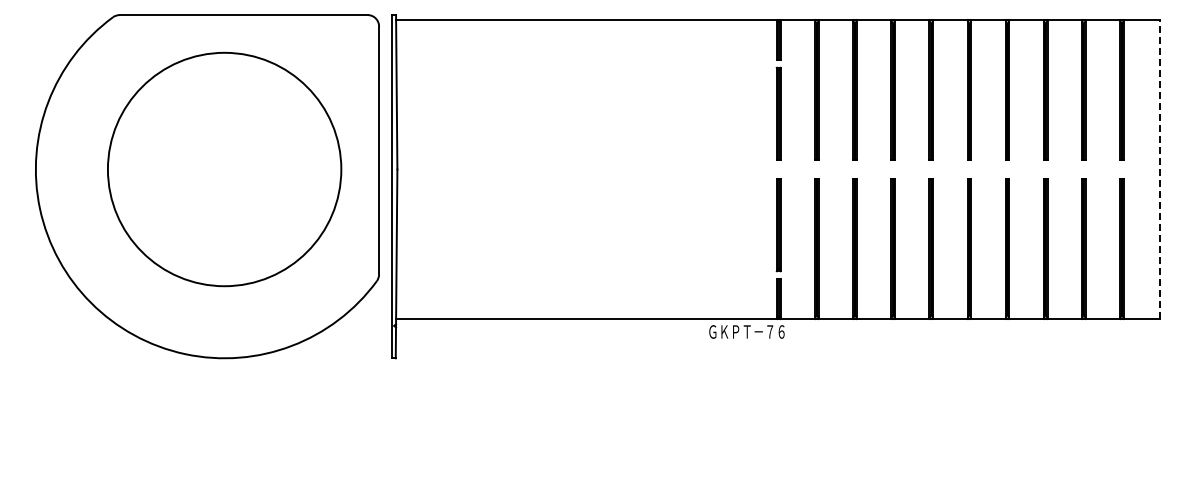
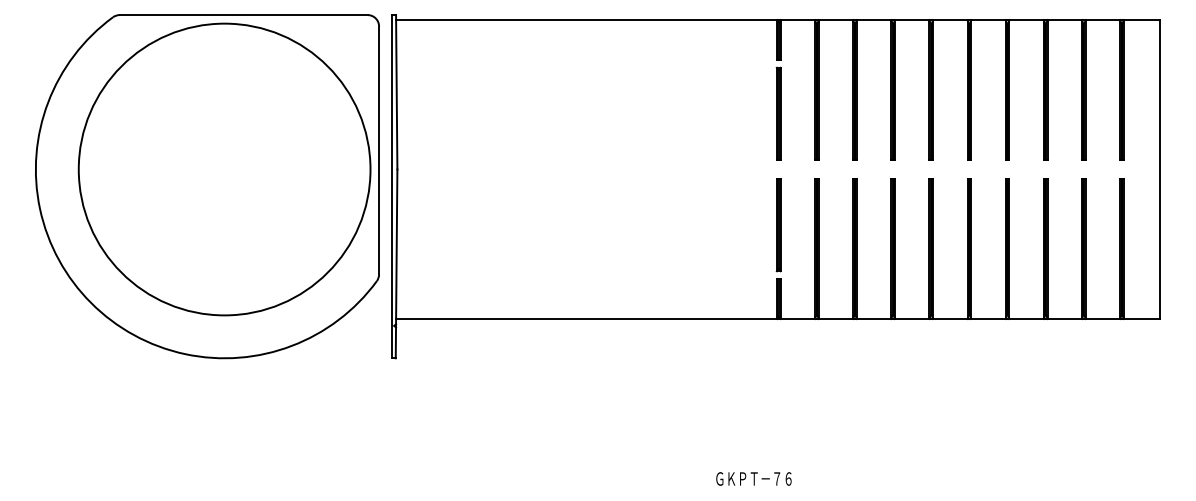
circle at (224, 169) diameter: 233 px -> 292 px
line at (1160, 169): dashed -> solid
text at (746, 331) position: (746, 331) -> (753, 478)
